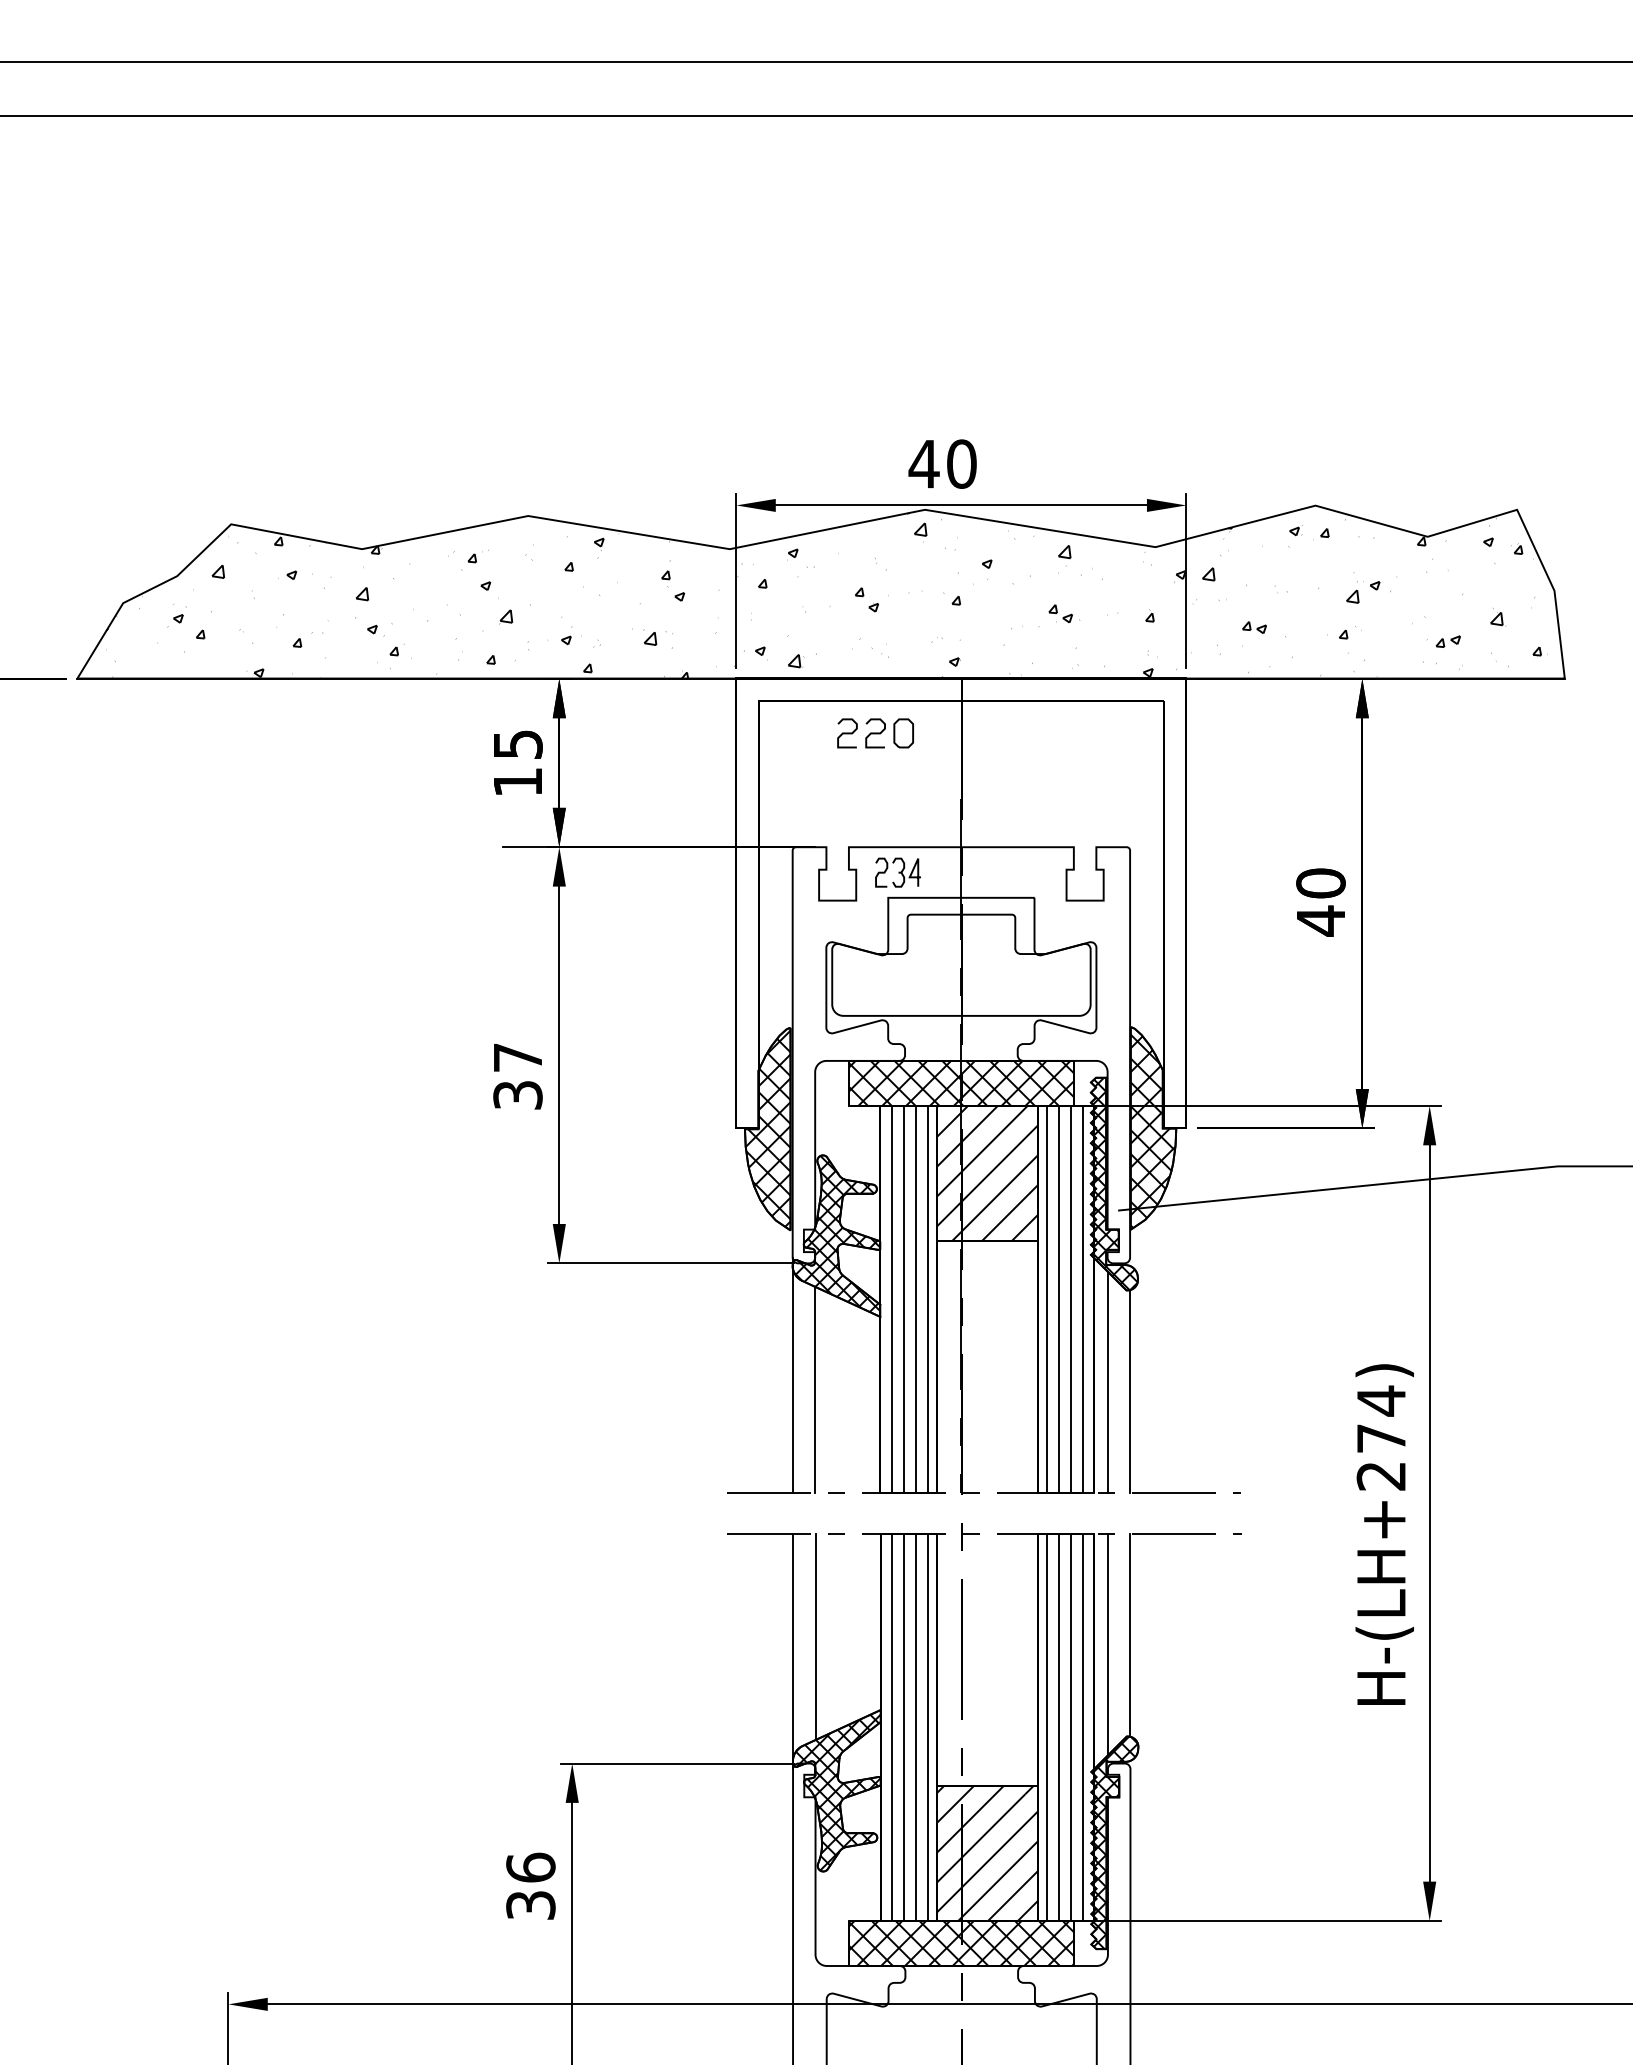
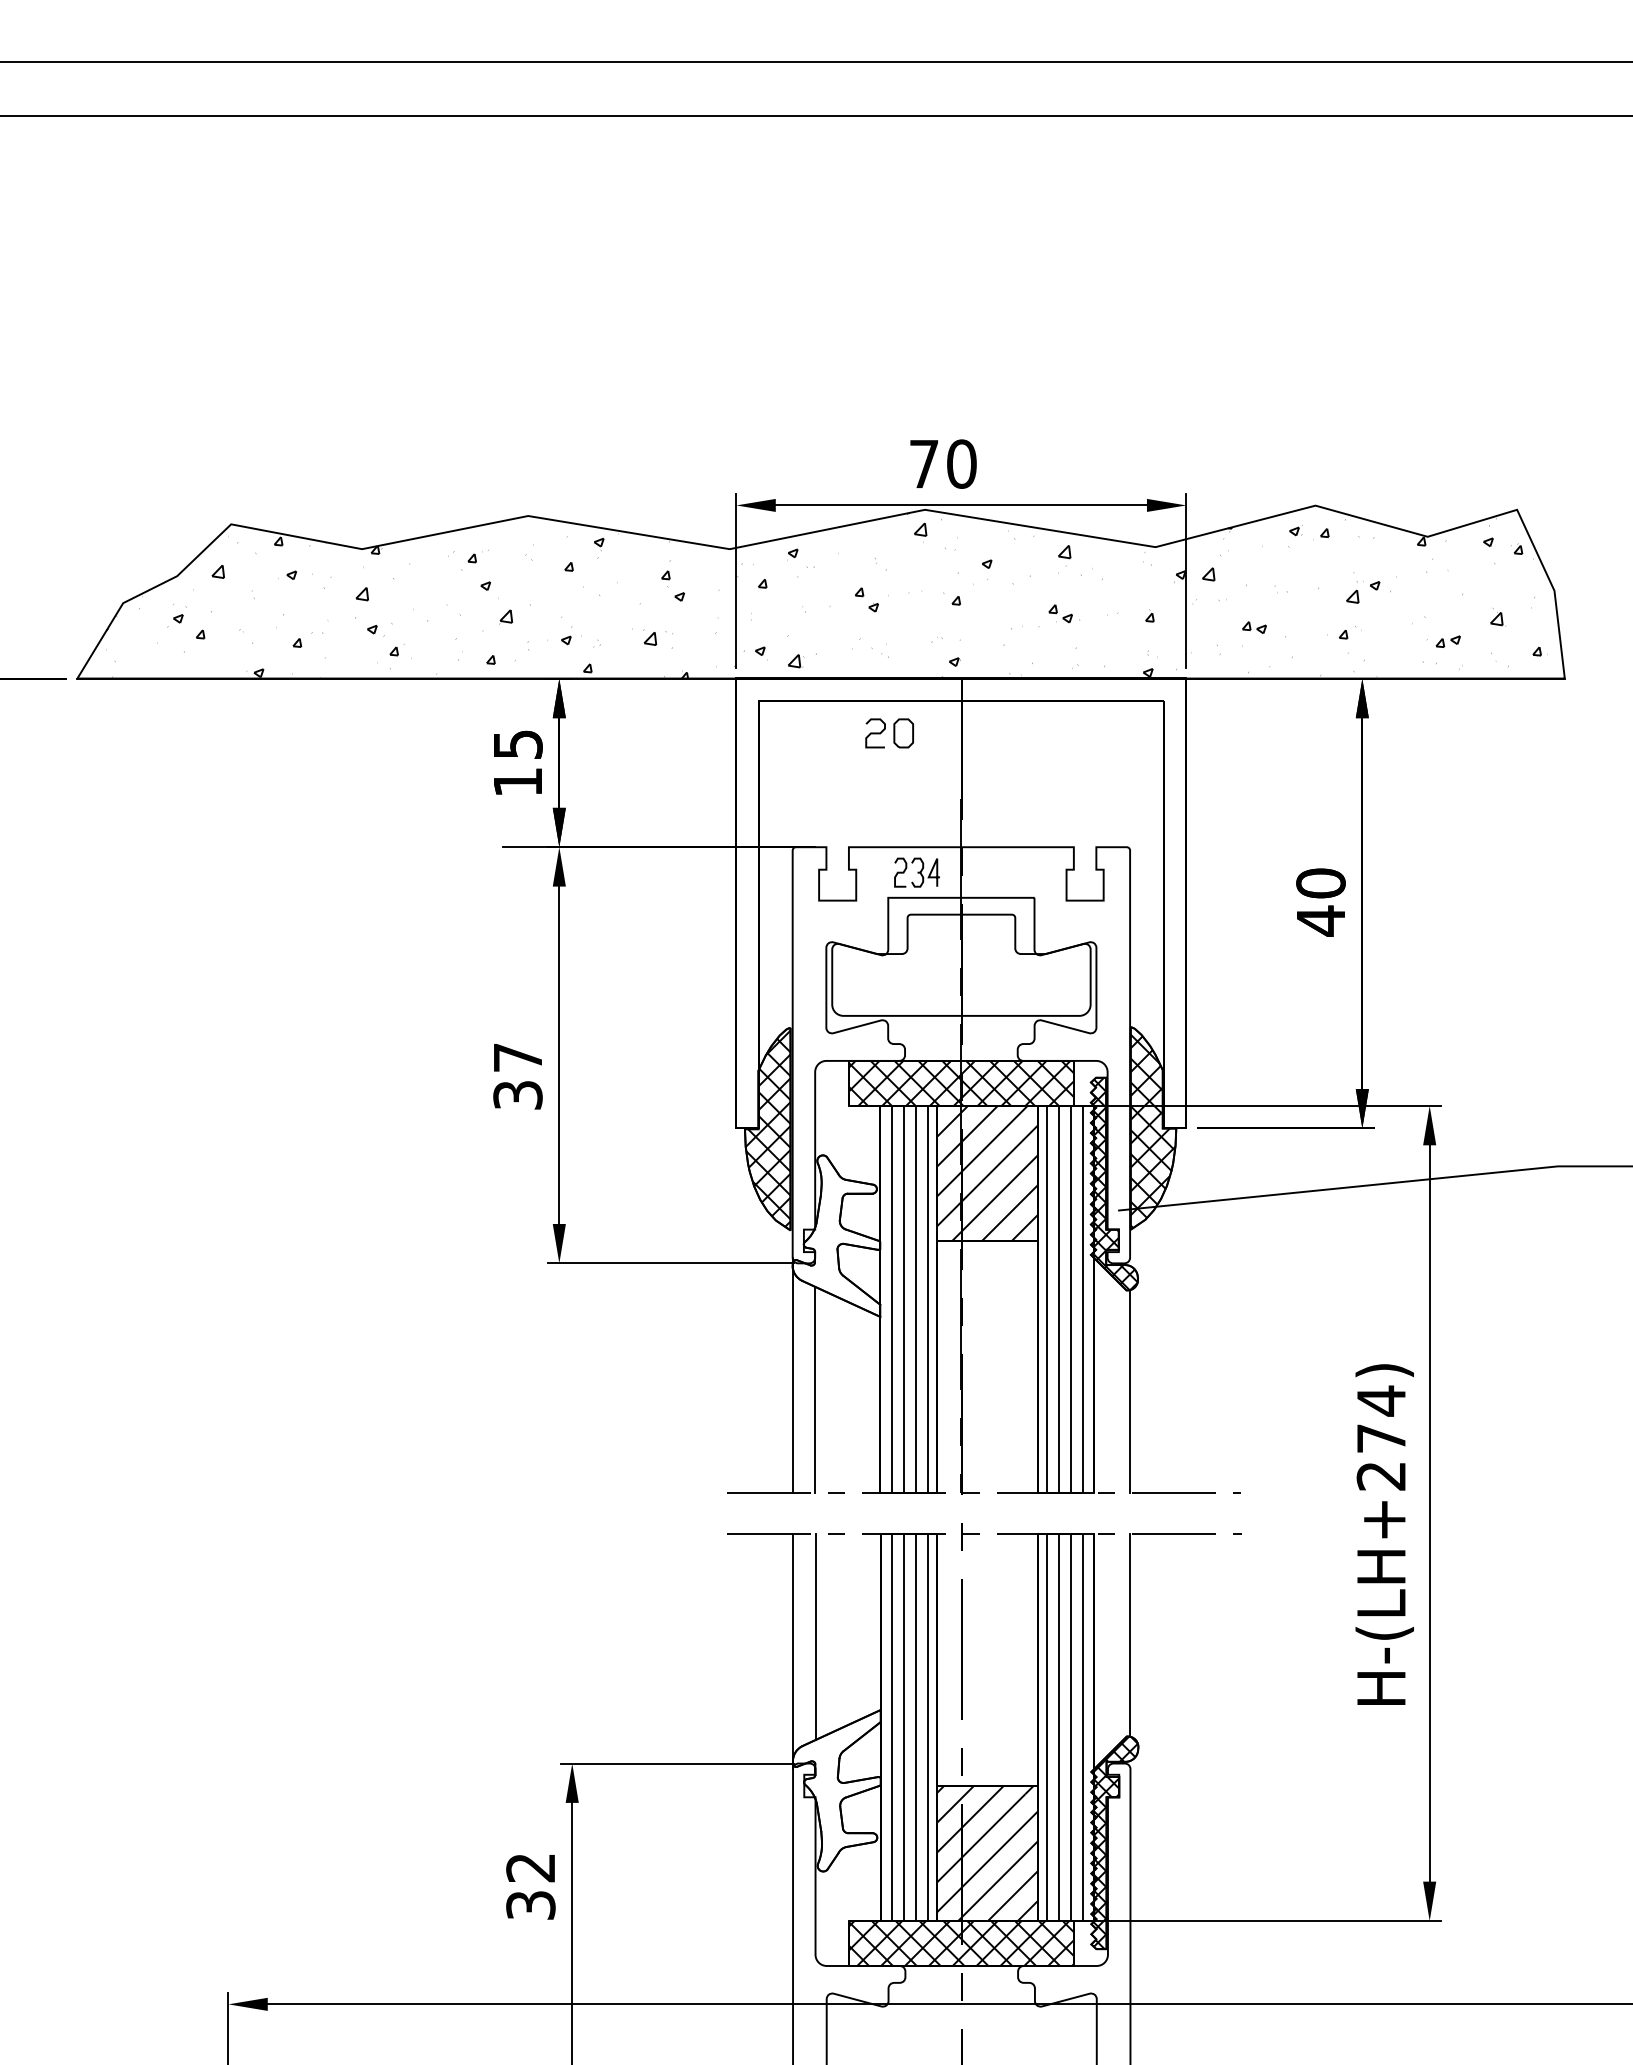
text at (923, 464): 40 -> 70
curve at (847, 733): present -> none
part at (897, 872) position: (897, 872) -> (916, 872)
hatch at (837, 1233): present -> none
line at (1107, 1382): present -> none
line at (1107, 1644): present -> none
hatch at (836, 1792): present -> none
text at (530, 1867): 36 -> 32
